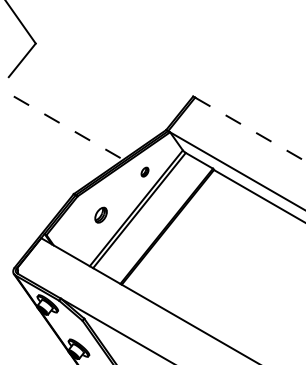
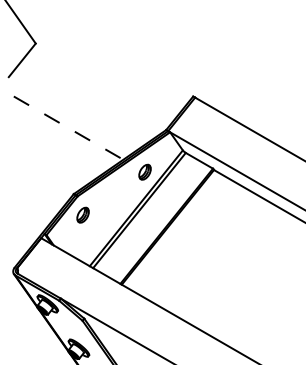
line at (250, 129): dashed -> solid
part at (144, 171) size: 10x12 px -> 14x18 px
part at (100, 214) position: (100, 214) -> (82, 214)
